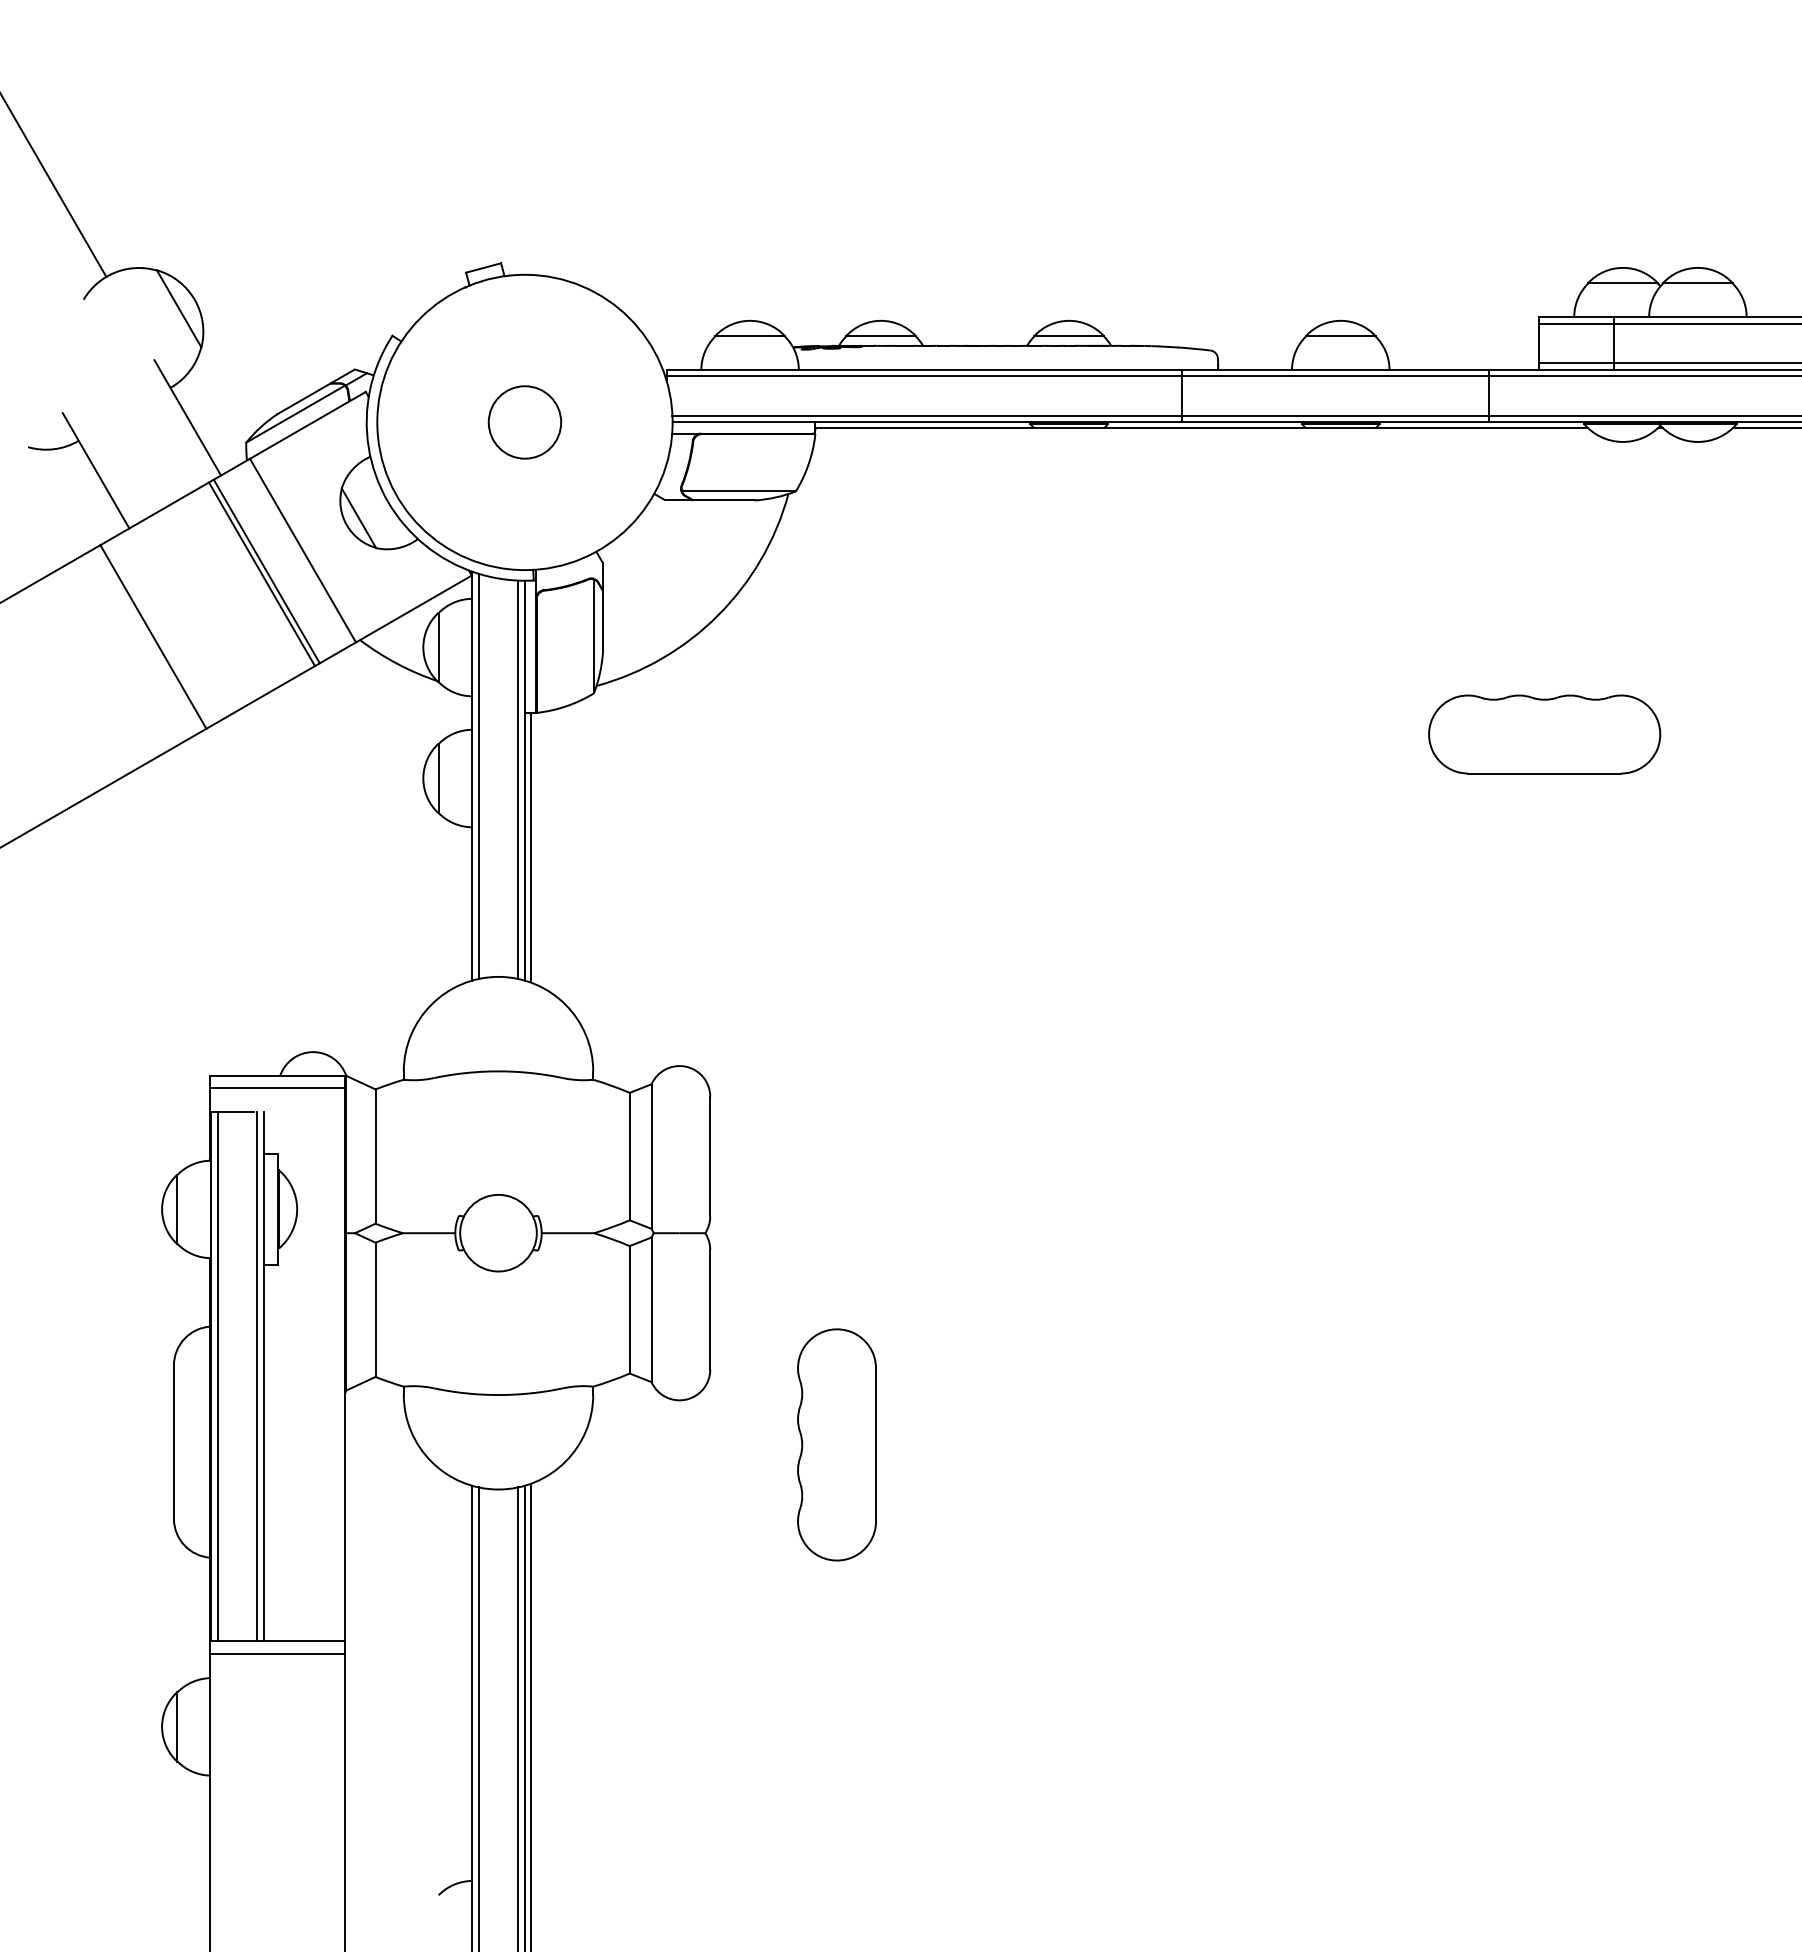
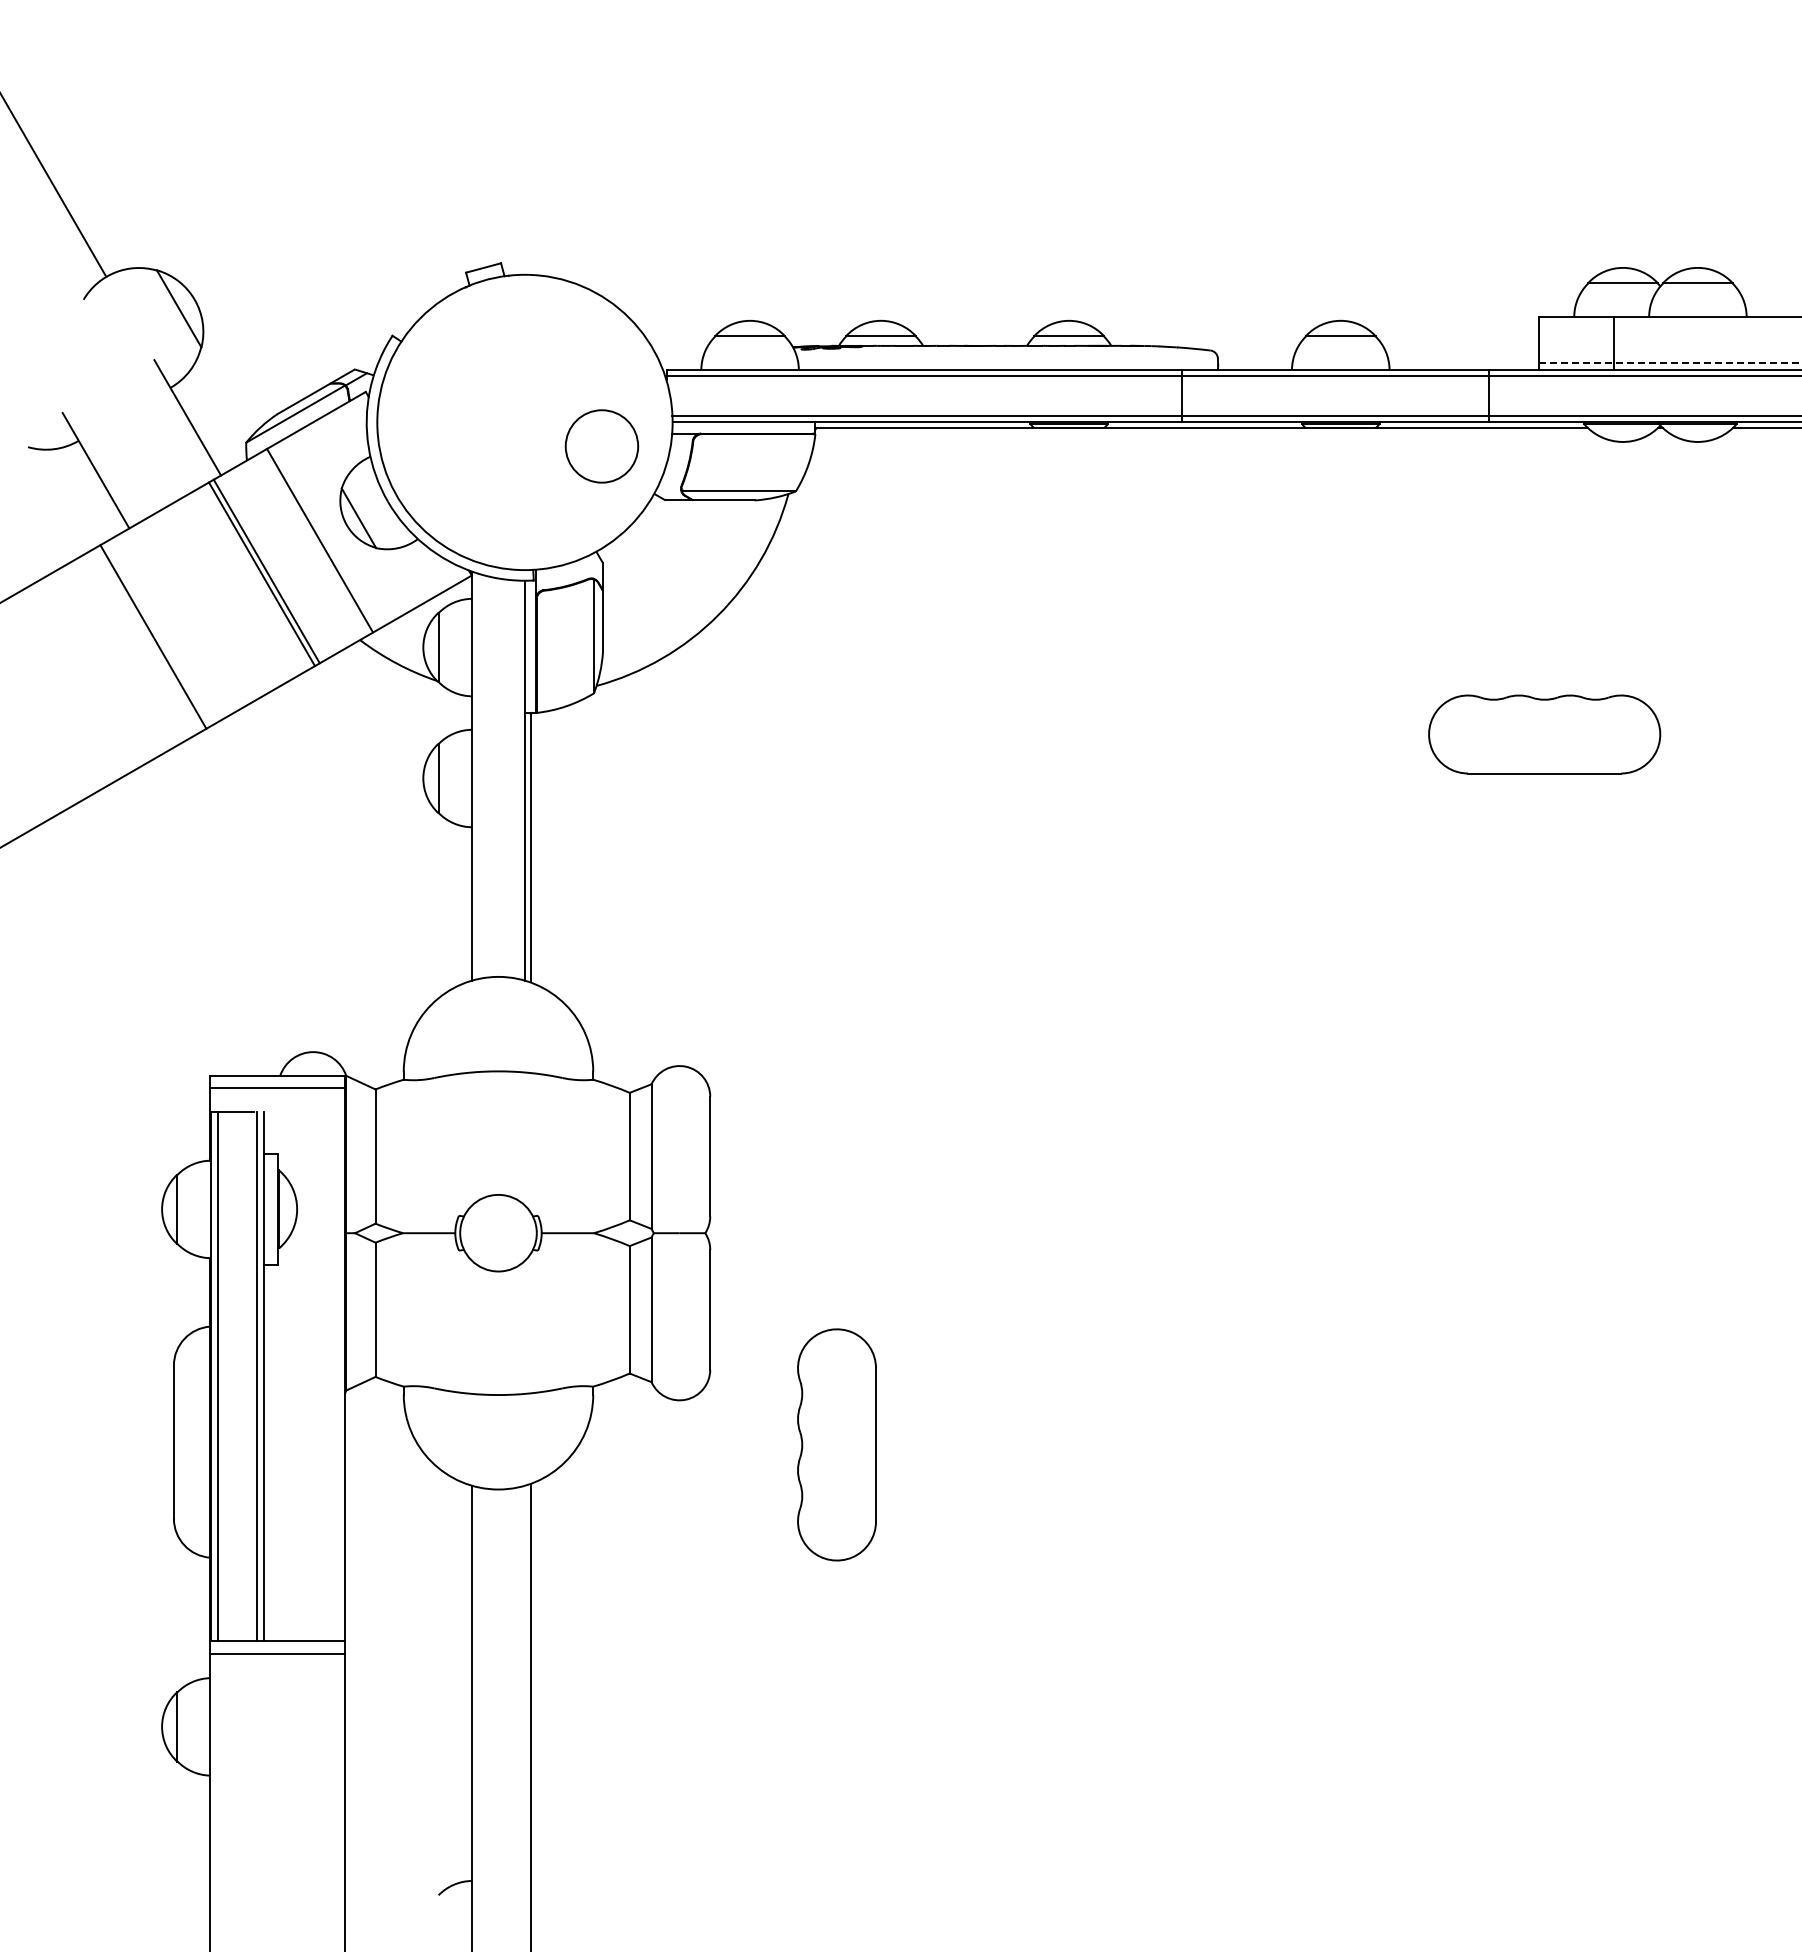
line at (1668, 323): present -> none
line at (1670, 362): solid -> dashed
circle at (524, 422) position: (524, 422) -> (601, 446)
line at (302, 550) position: (302, 550) -> (319, 540)
line at (479, 775): present -> none
line at (518, 779): present -> none
line at (524, 1716): present -> none
line at (479, 1717): present -> none
line at (518, 1717): present -> none
